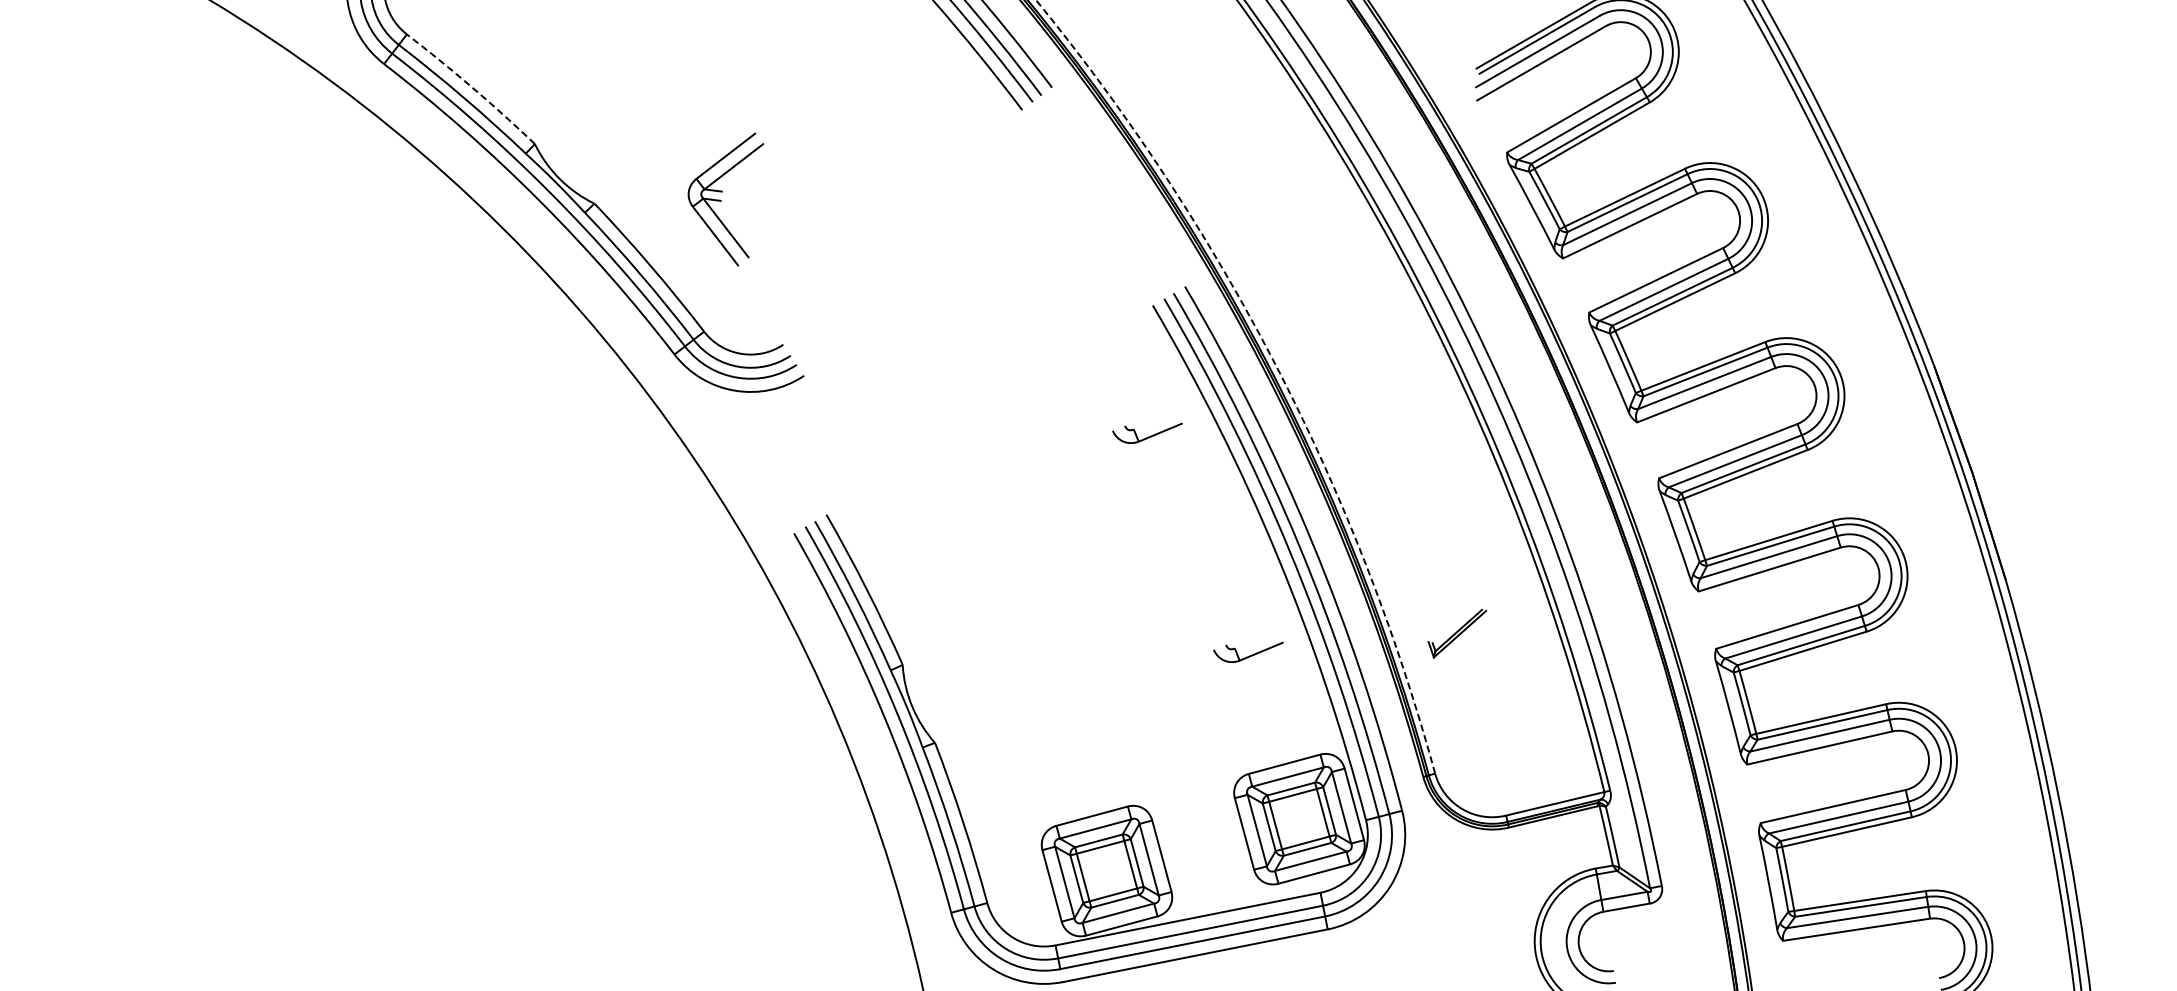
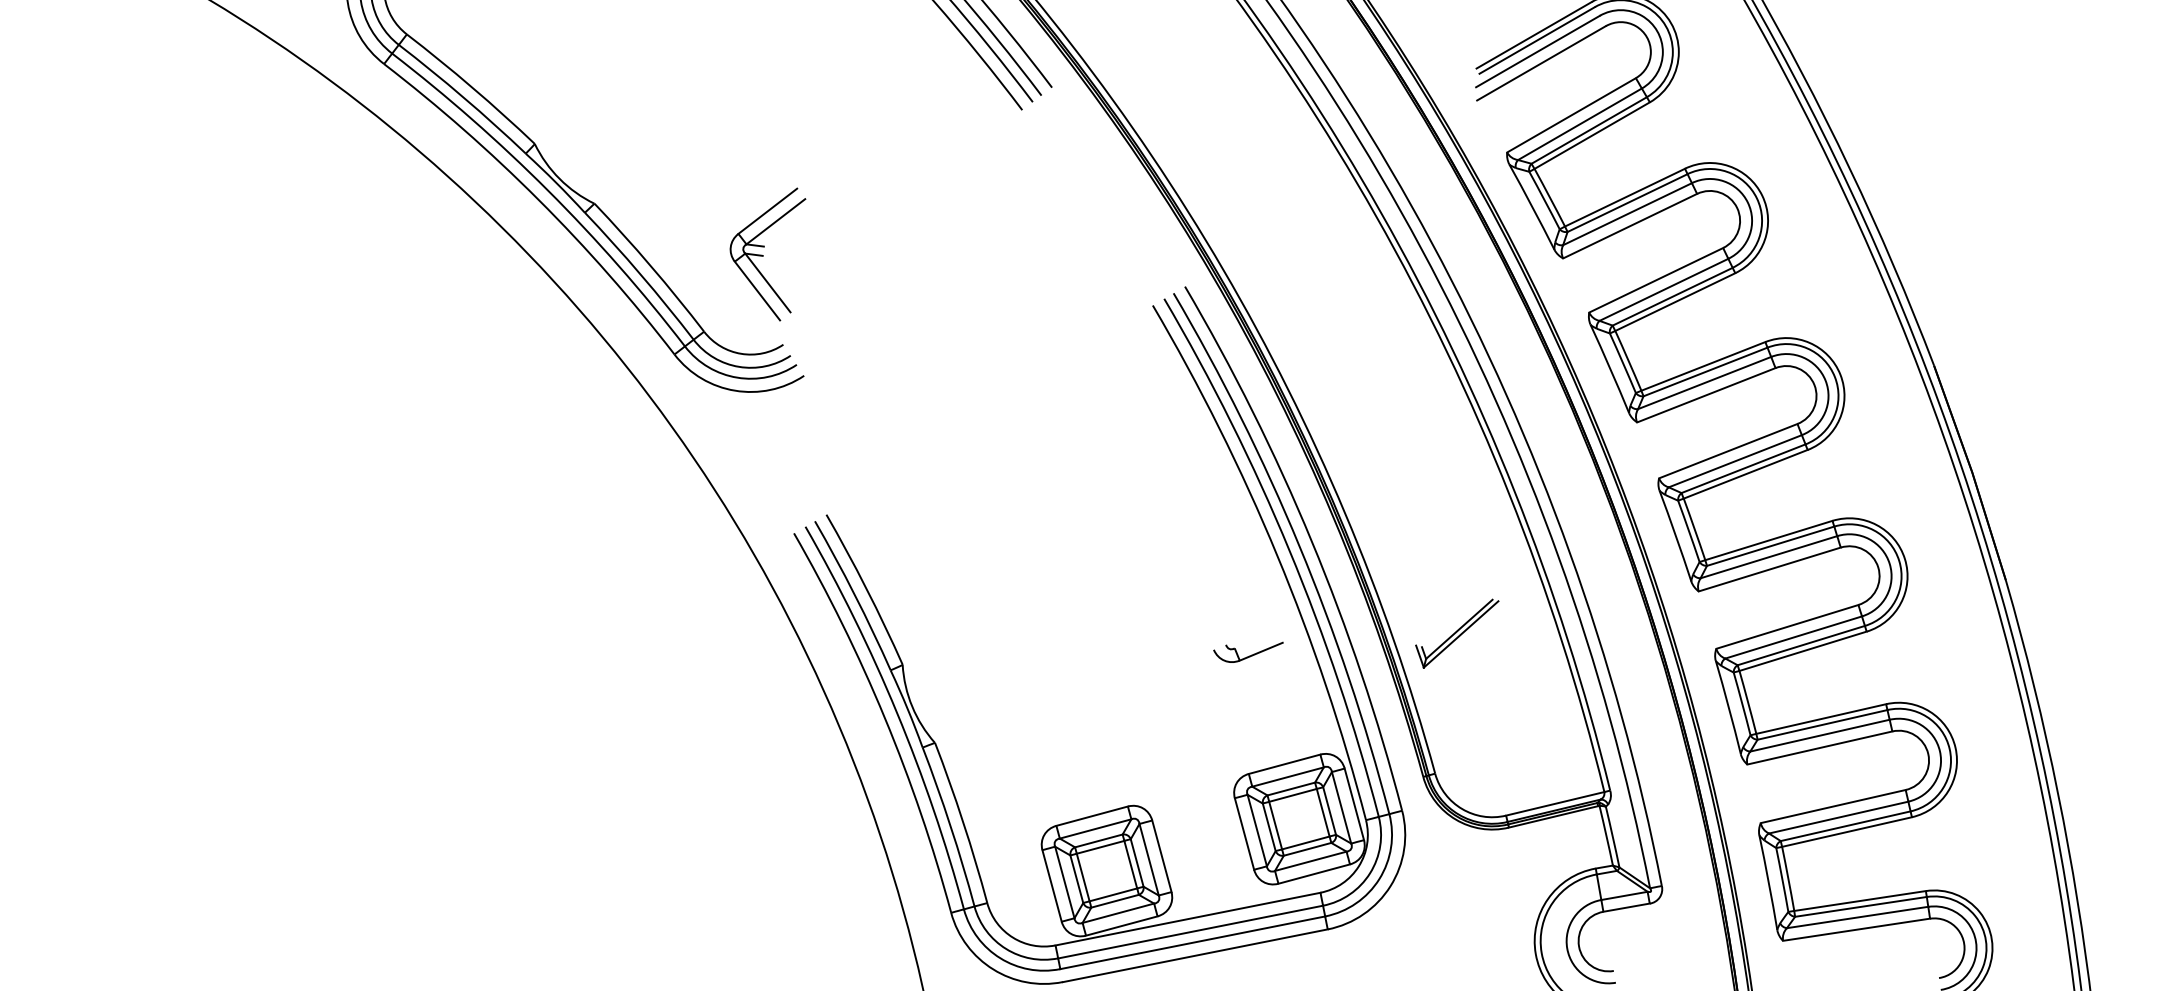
arc at (472, 87): dashed -> solid
part at (725, 199) position: (725, 199) -> (767, 254)
arc at (1276, 367): dashed -> solid
part at (1147, 432): present -> none
part at (1457, 633) size: 61x51 px -> 85x71 px
